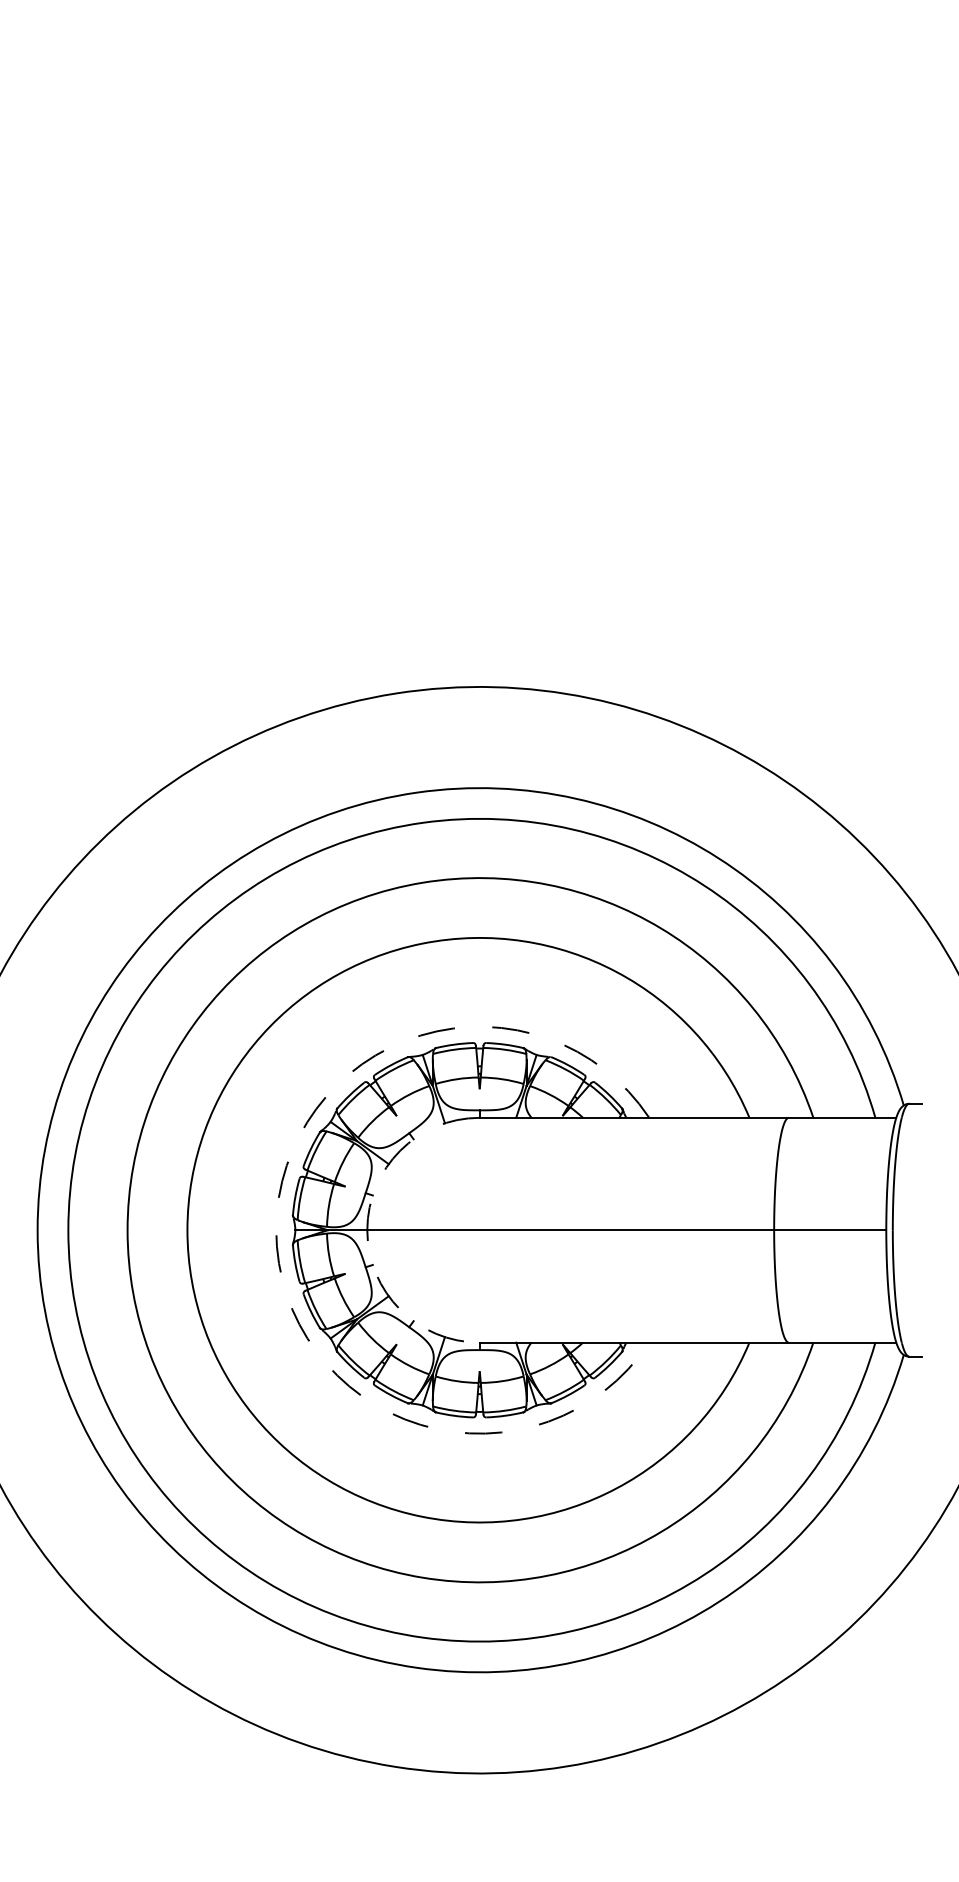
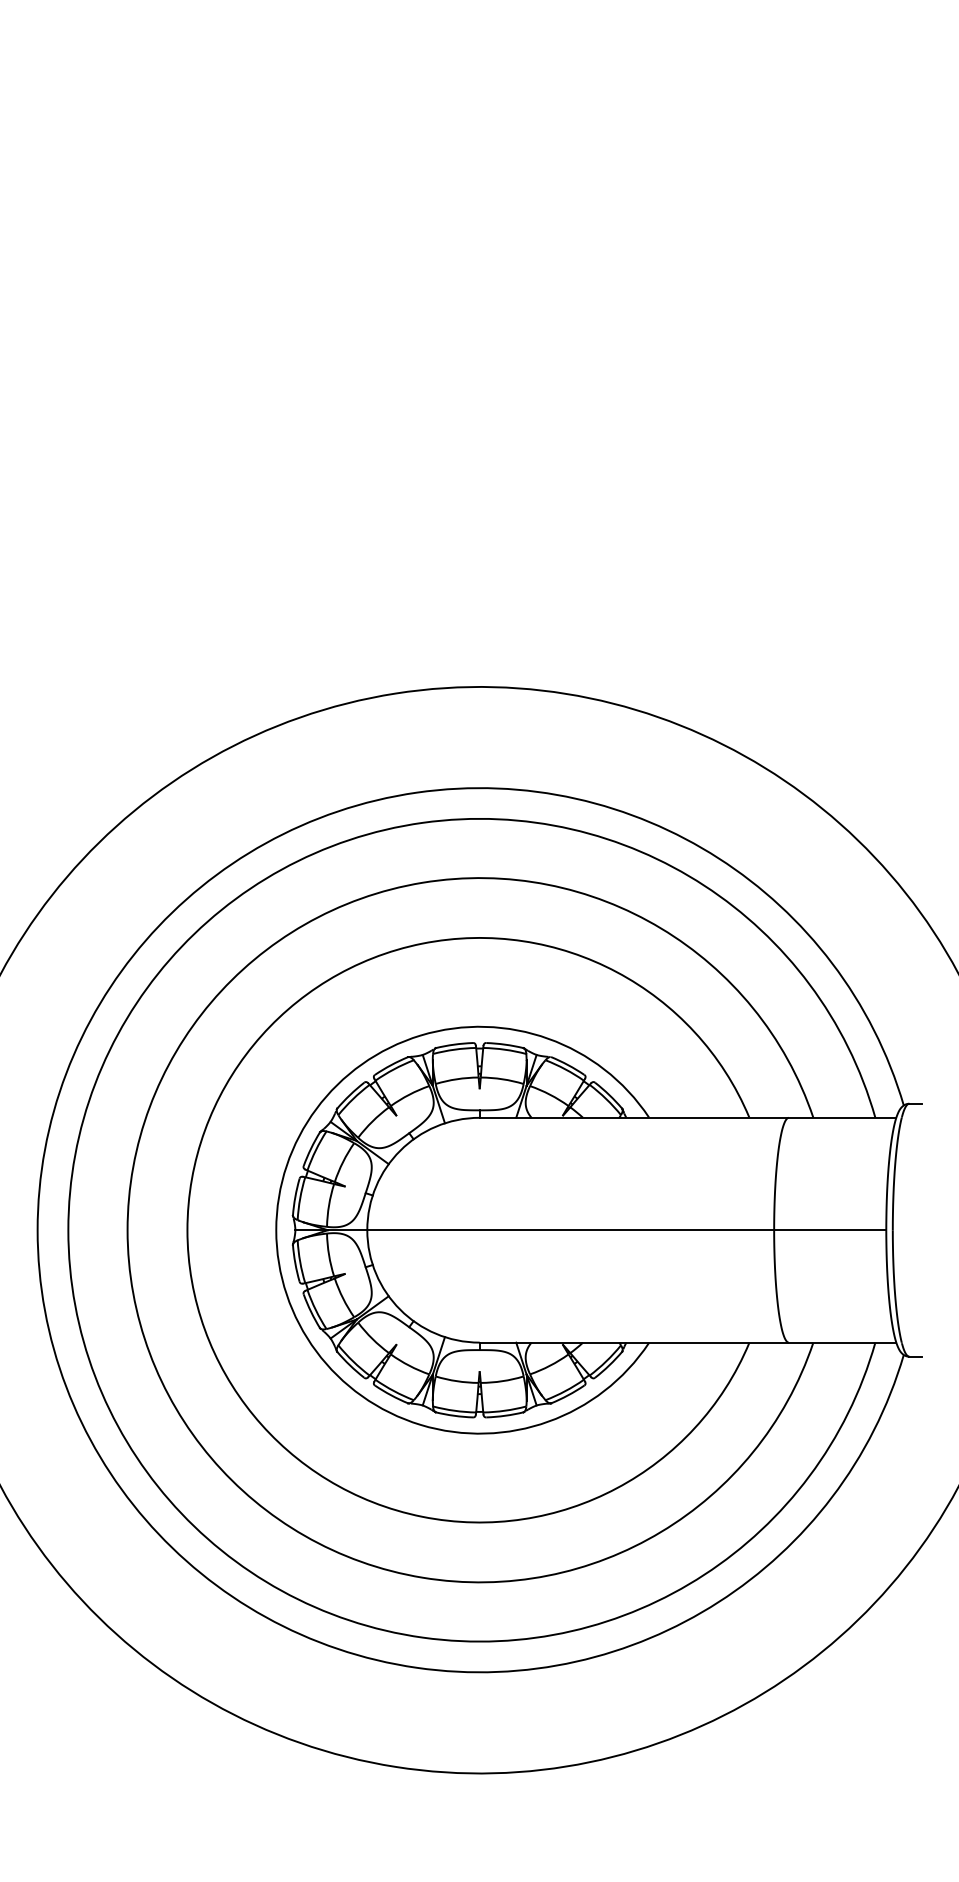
arc at (276, 1230): dashed -> solid
arc at (367, 1230): dashed -> solid
